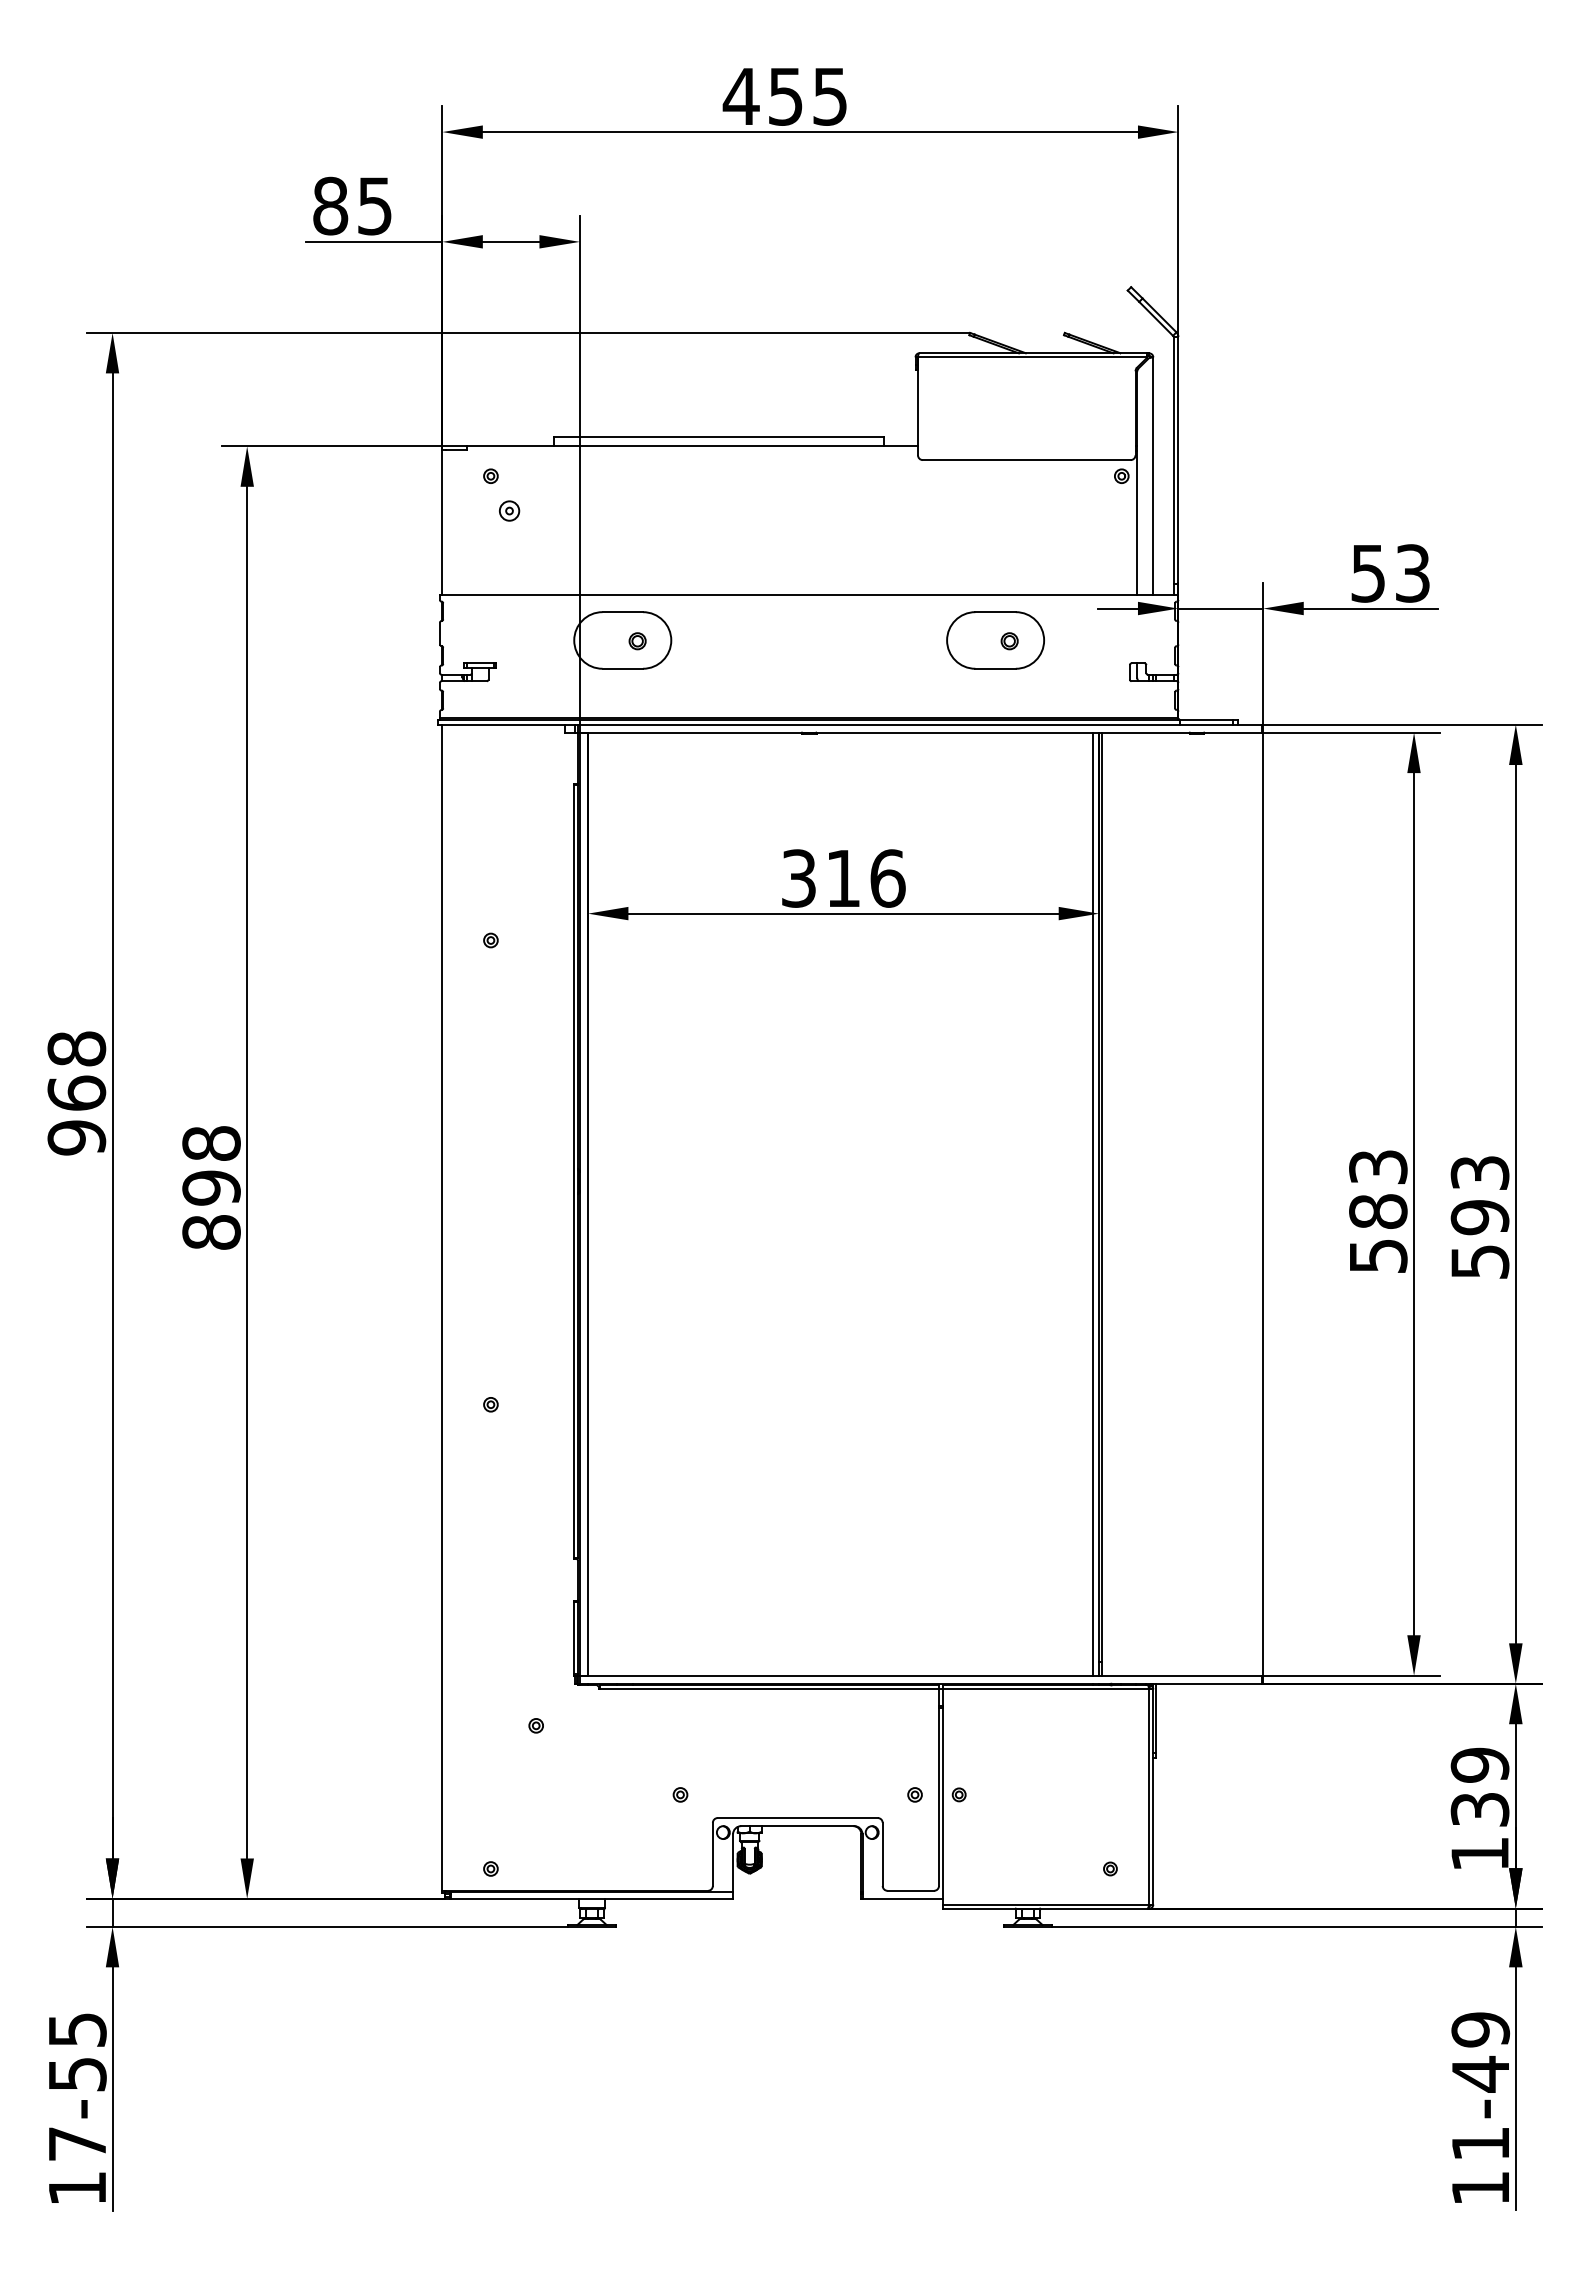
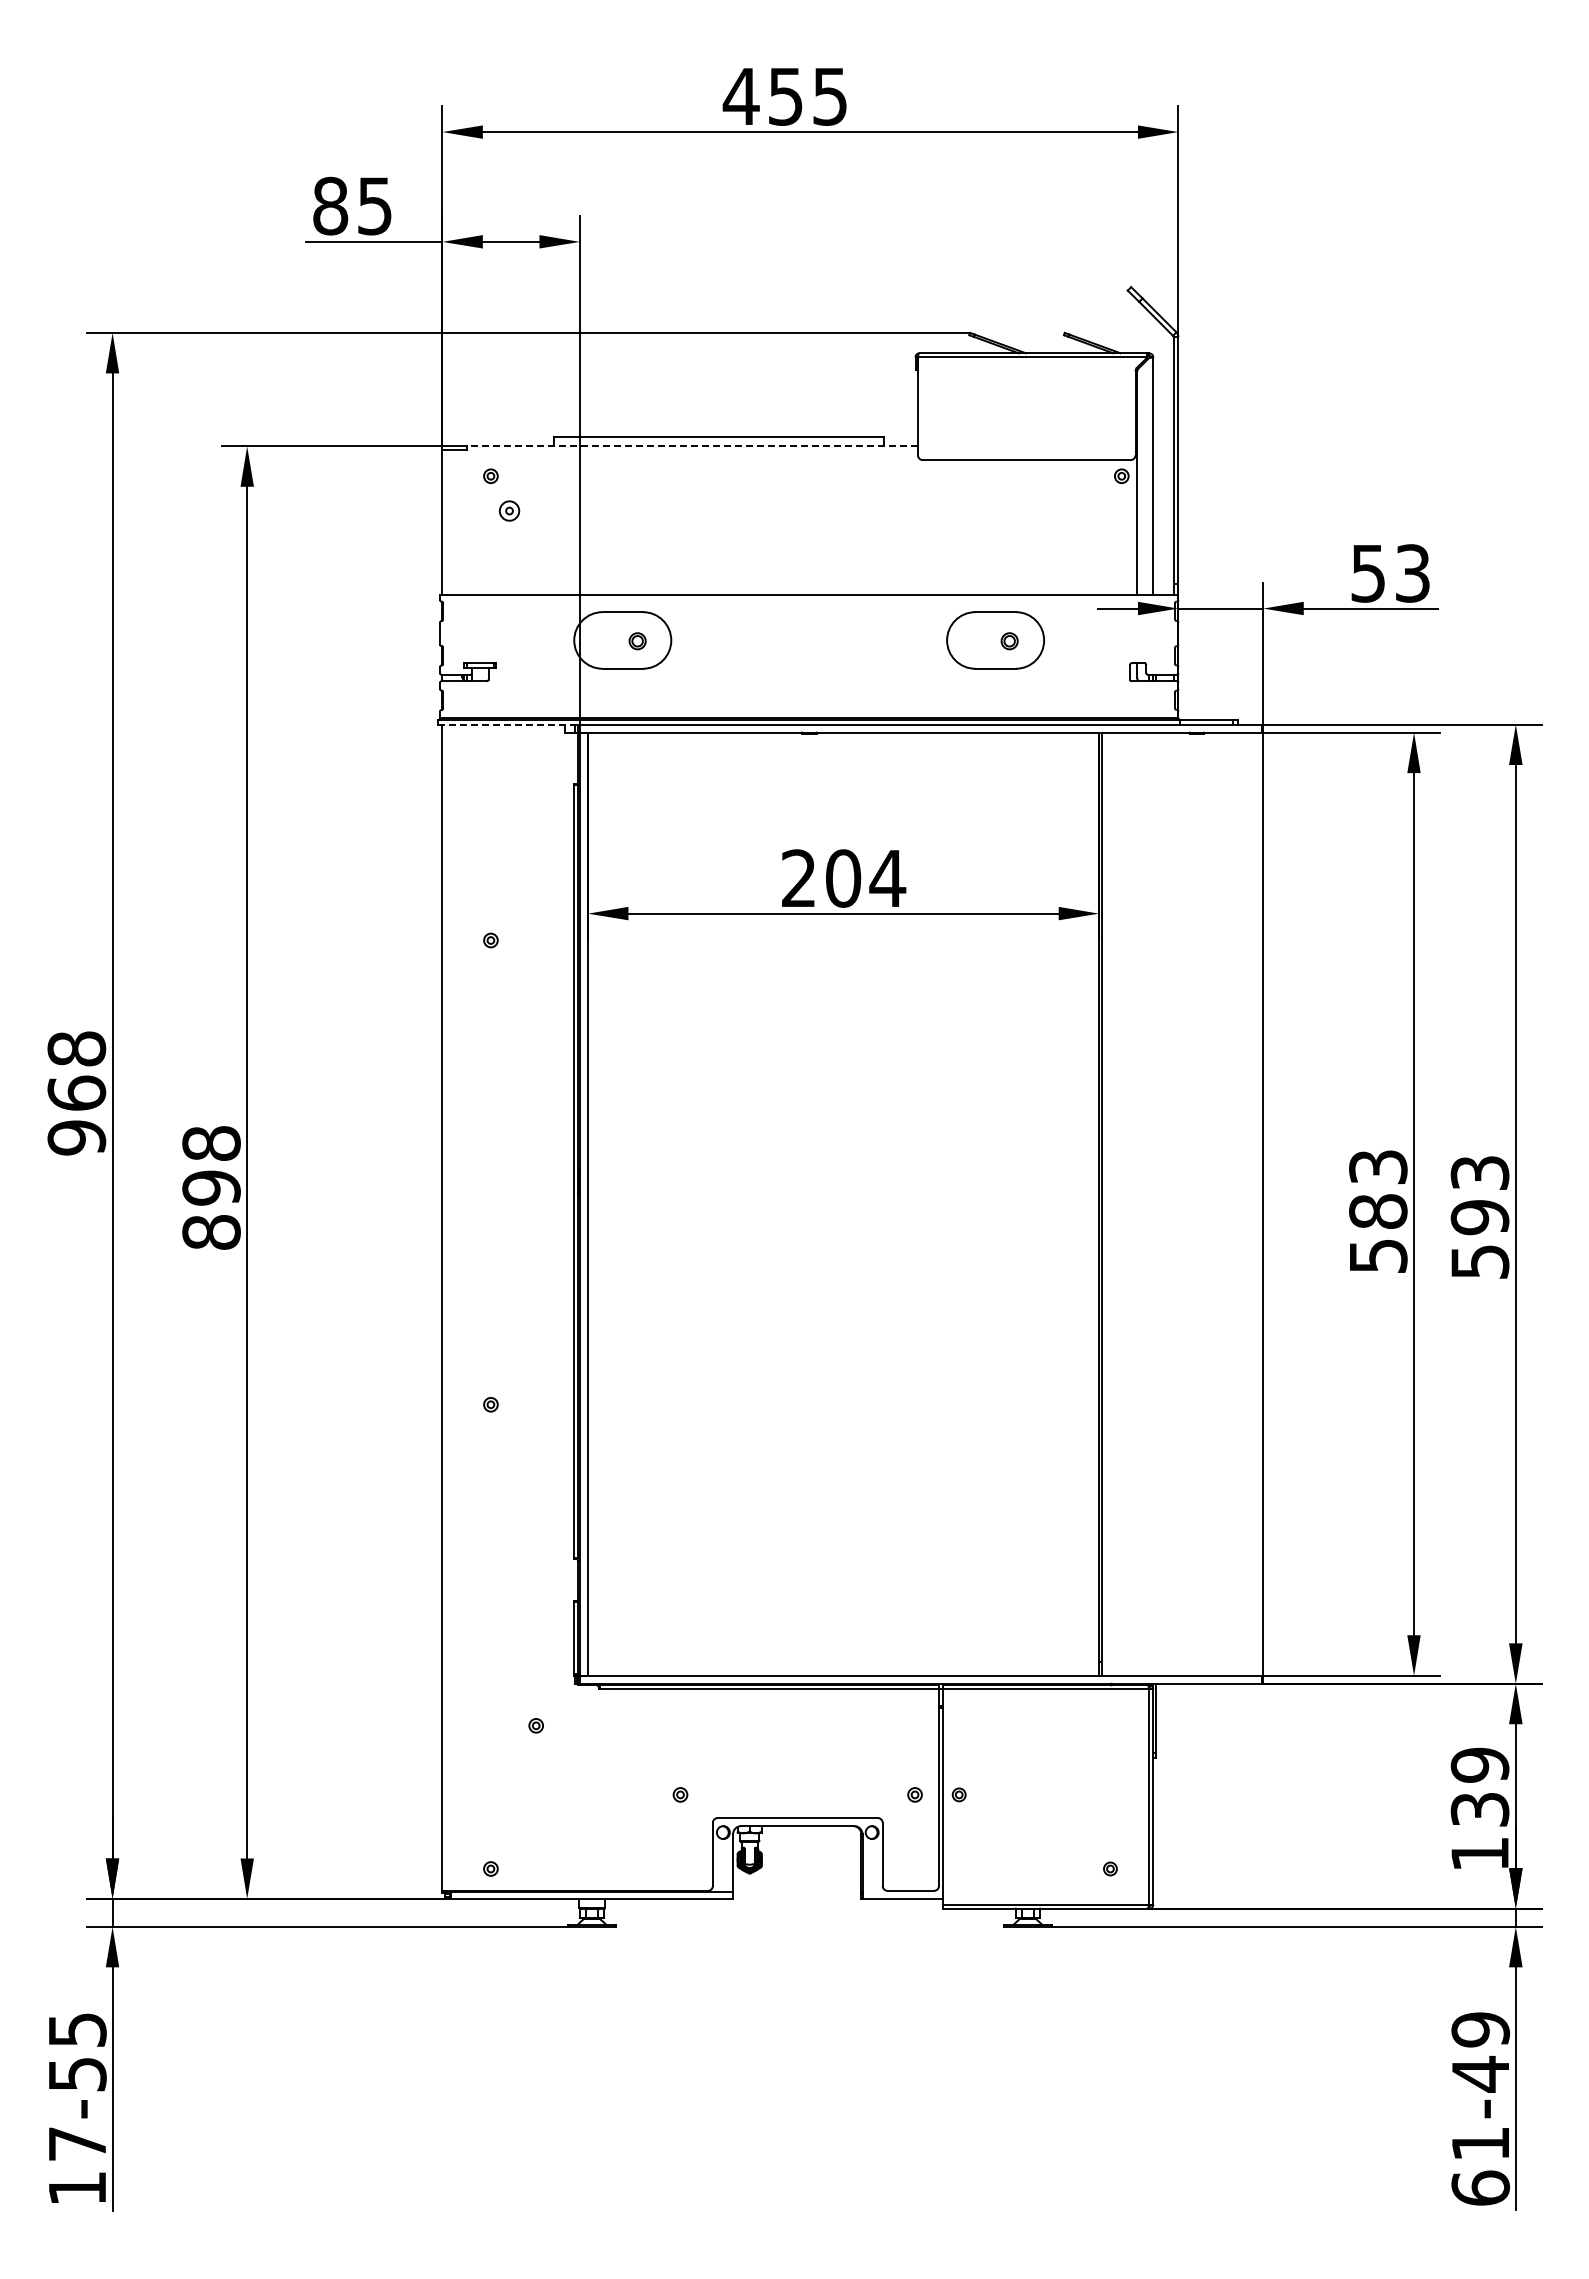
line at (692, 446): solid -> dashed
line at (509, 724): solid -> dashed
text at (844, 878): 316 -> 204
line at (1092, 1203): present -> none
text at (1480, 2187): 11-49 -> 61-49
